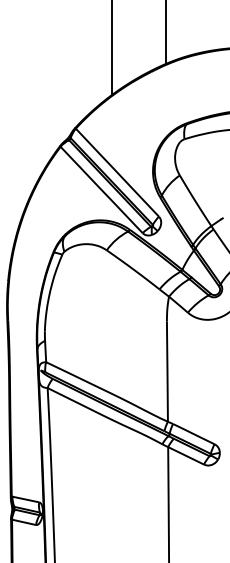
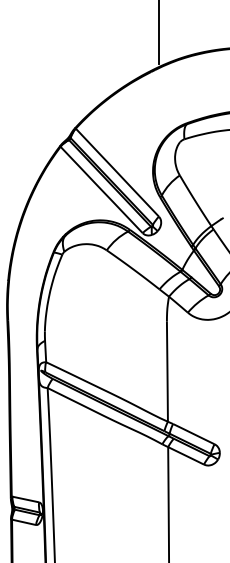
line at (166, 32) position: (166, 32) -> (159, 32)
line at (112, 48): present -> none
